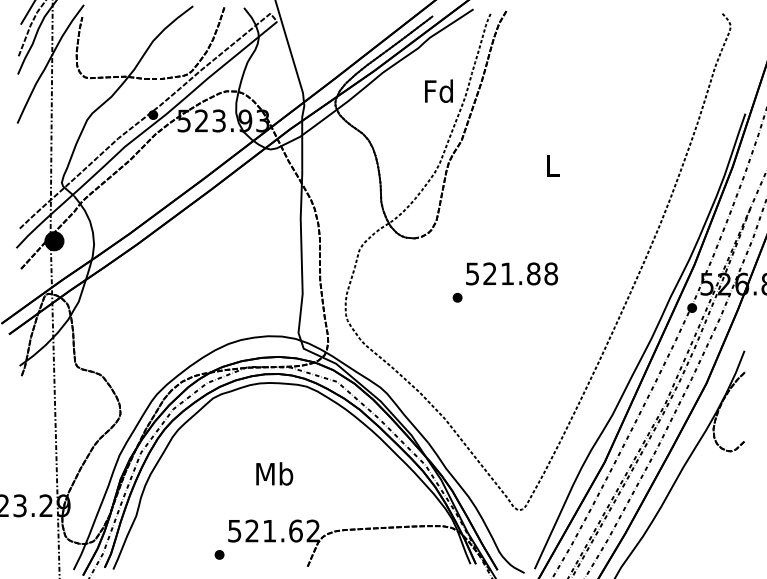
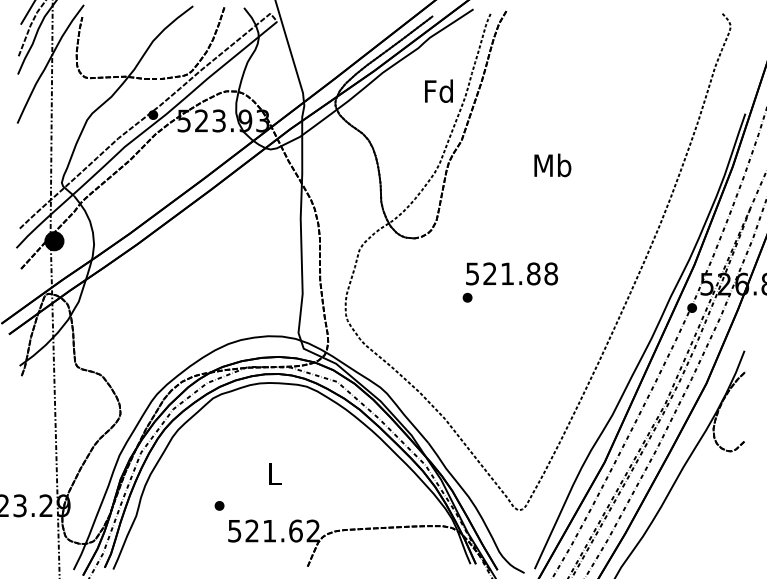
text at (552, 165): L -> Mb
part at (457, 297) position: (457, 297) -> (467, 297)
text at (274, 473): Mb -> L
part at (219, 554) position: (219, 554) -> (219, 505)
